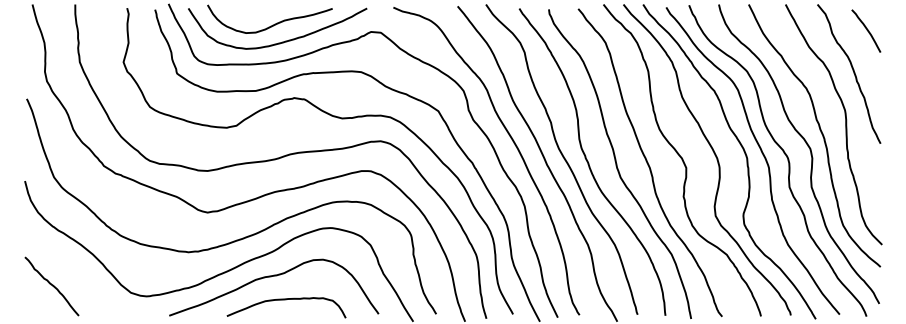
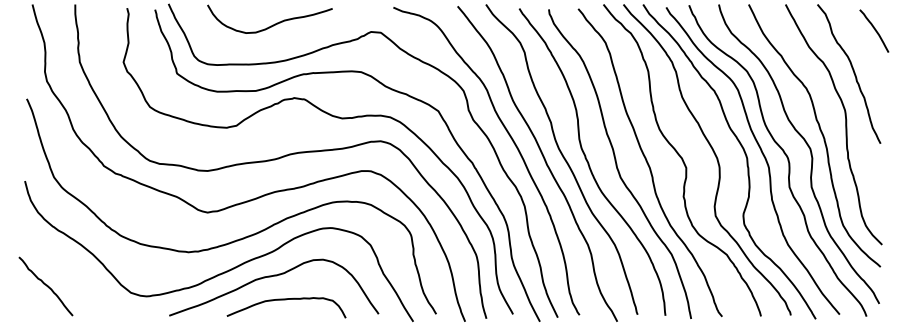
curve at (866, 30) position: (866, 30) -> (874, 30)
curve at (282, 41): present -> none
curve at (51, 285) position: (51, 285) -> (45, 285)
